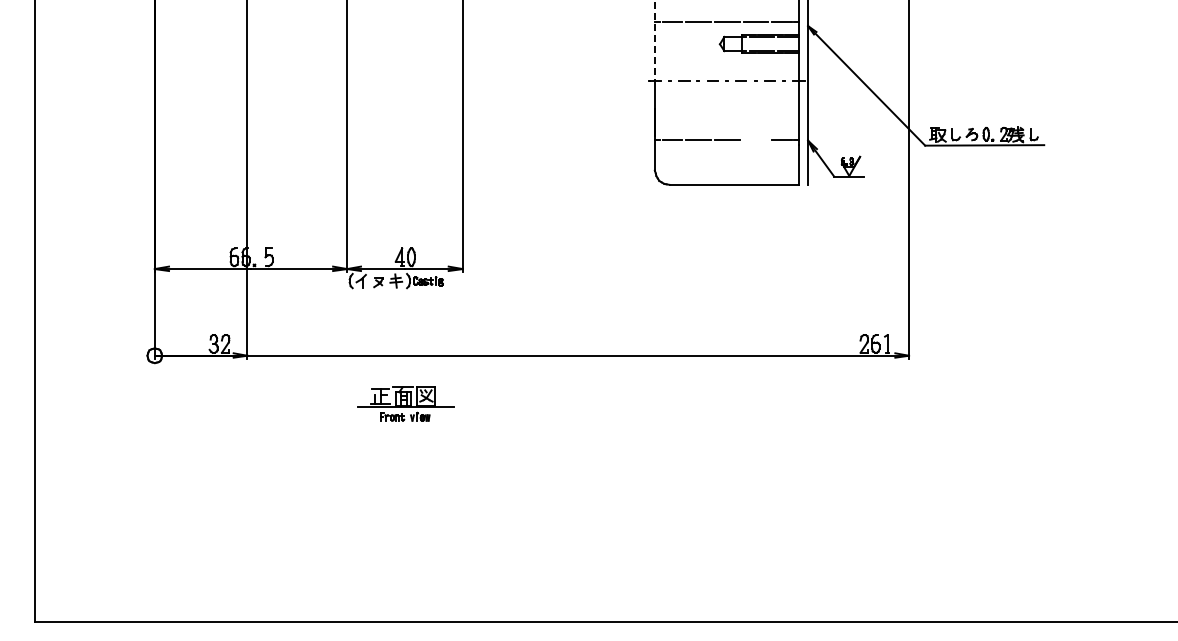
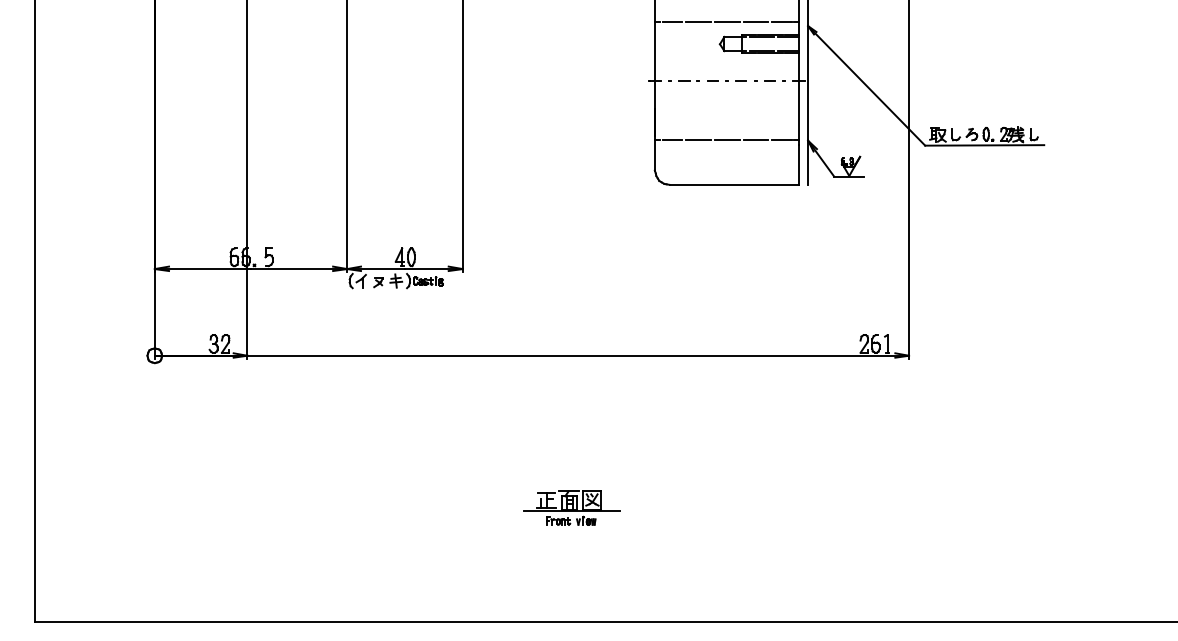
line at (654, 41): dashed -> solid
line at (755, 140): none -> present
part at (405, 403) position: (405, 403) -> (571, 507)
